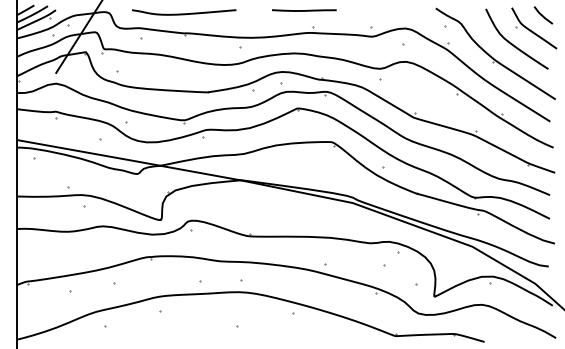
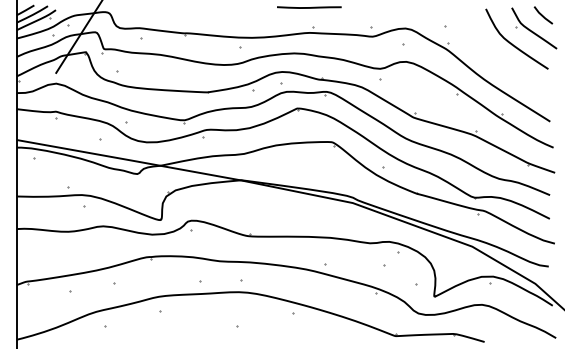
line at (304, 10) position: (304, 10) -> (309, 7)
curve at (184, 13): present -> none
part at (495, 53): present -> none
